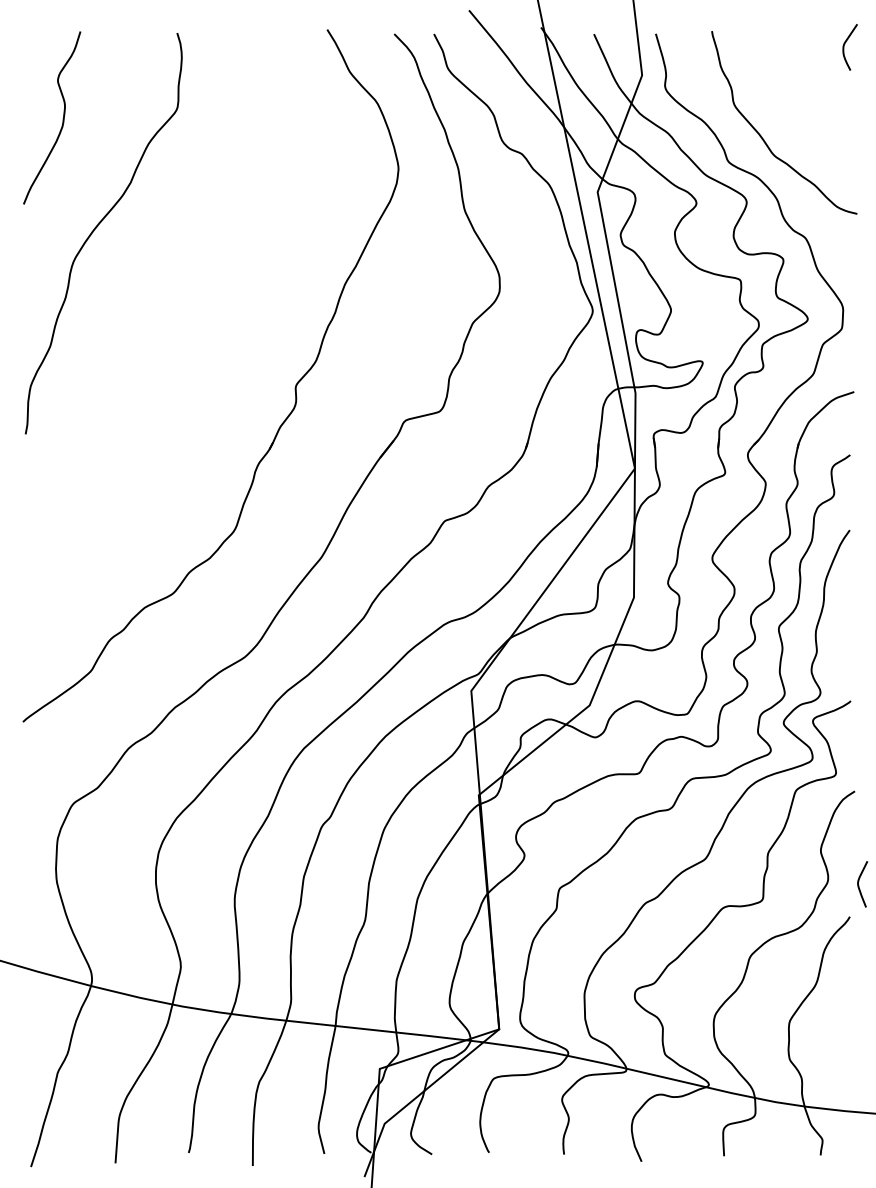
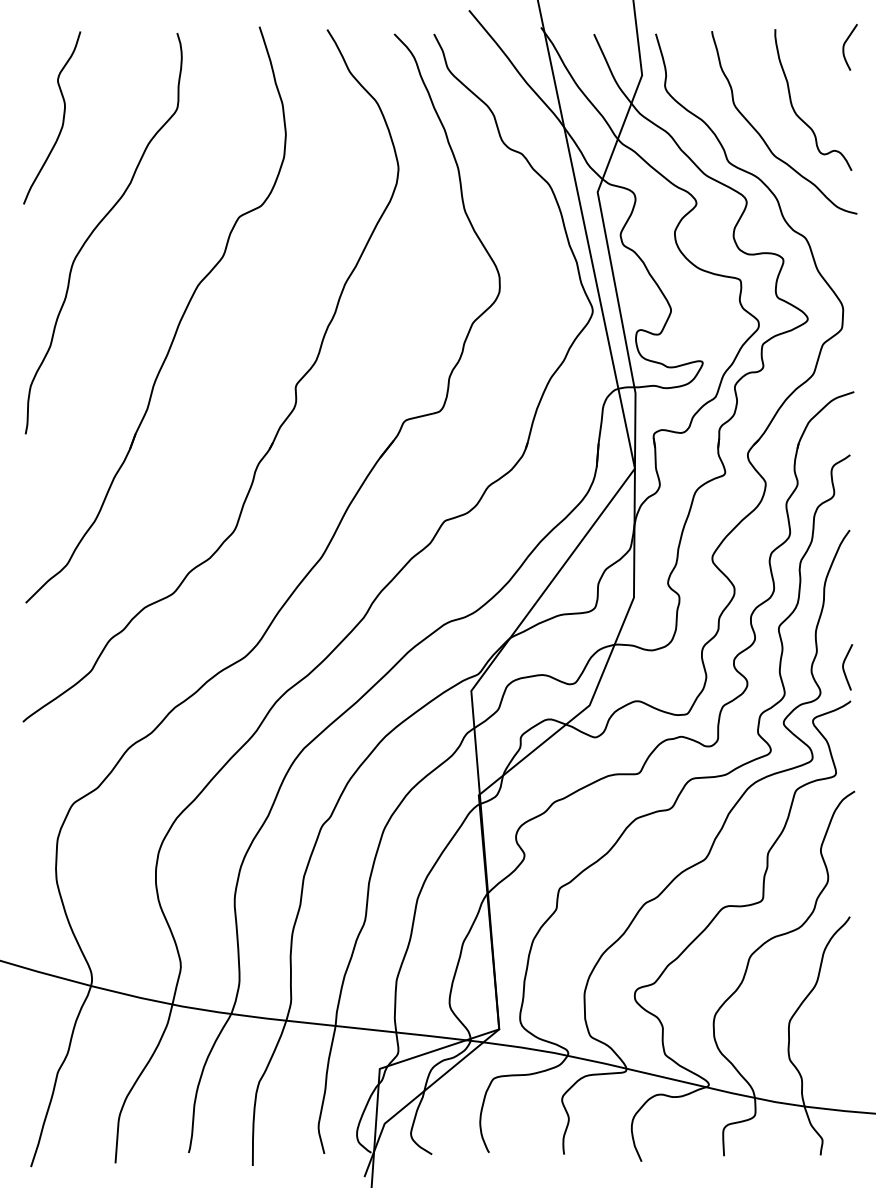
curve at (794, 108): none -> present
part at (178, 322): none -> present
curve at (859, 885) position: (859, 885) -> (844, 668)
